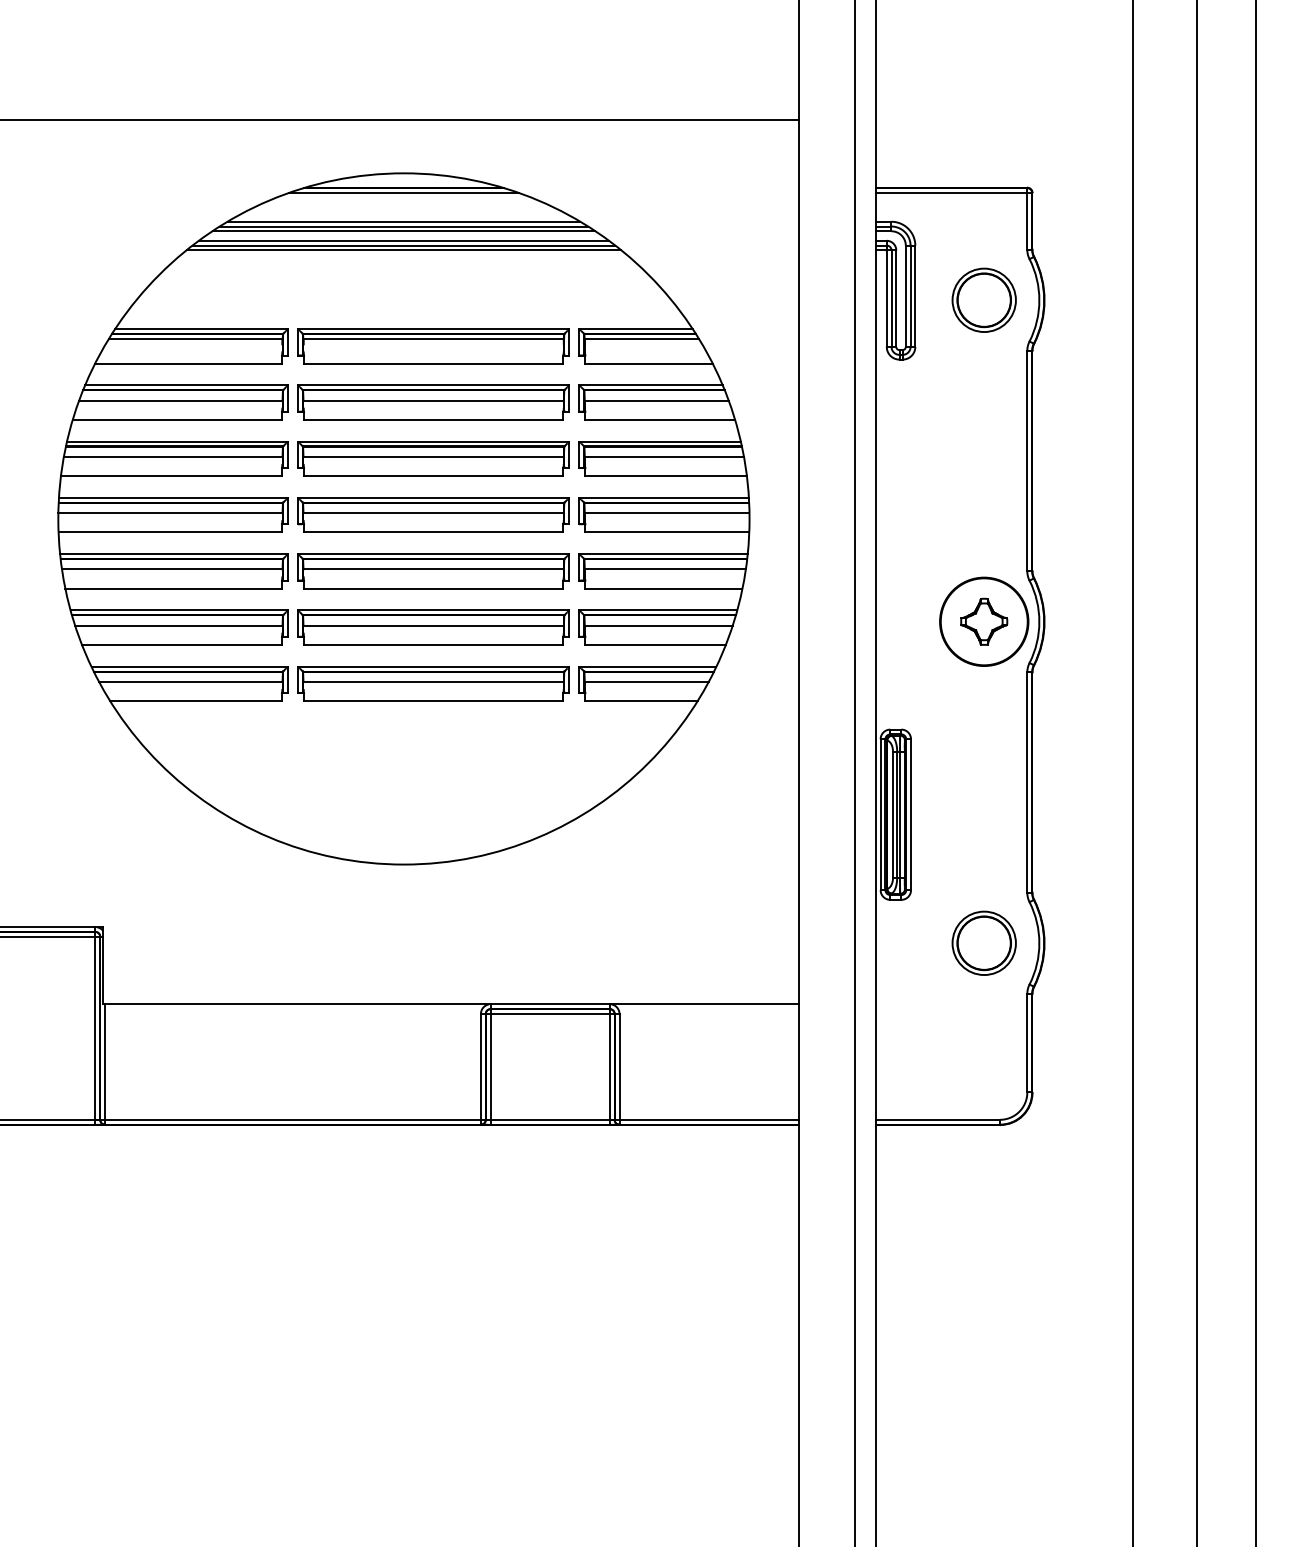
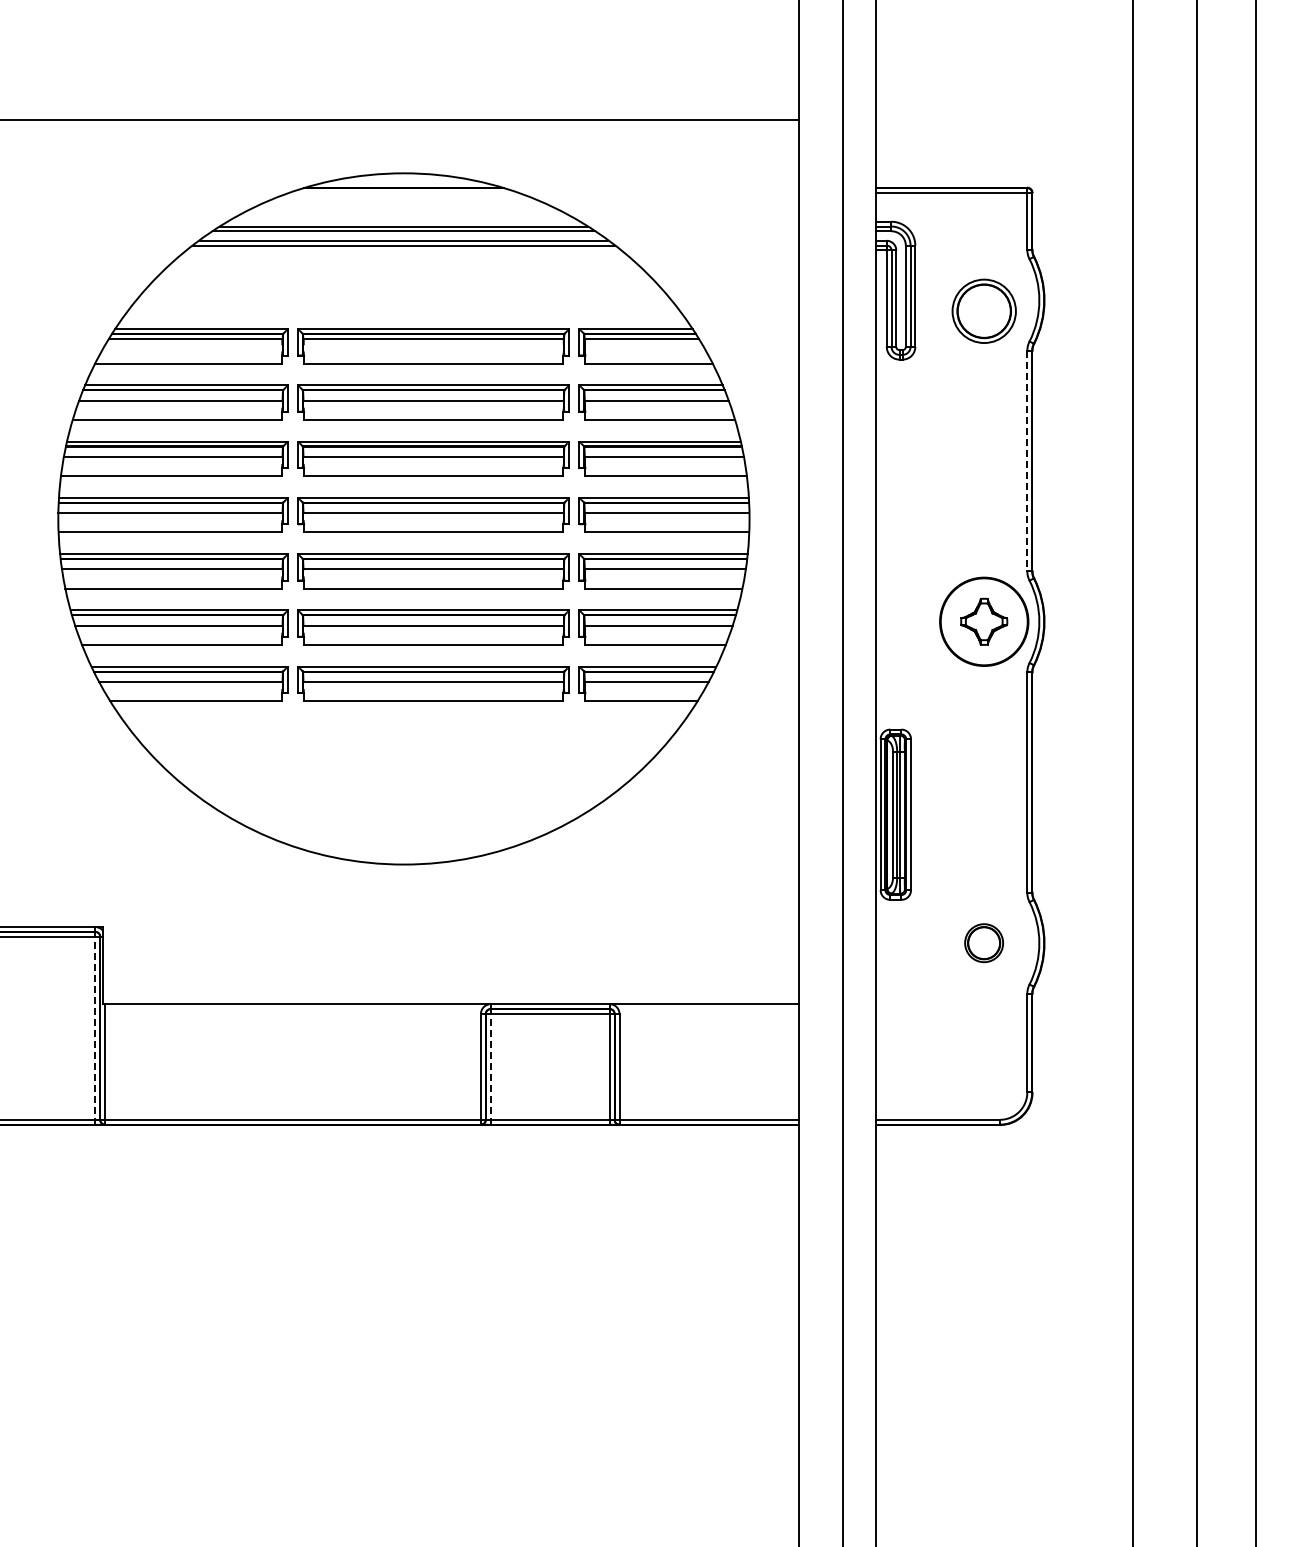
line at (403, 192): present -> none
line at (403, 221): present -> none
line at (403, 250): present -> none
part at (983, 299) position: (983, 299) -> (983, 310)
line at (1027, 461): solid -> dashed
line at (854, 772) position: (854, 772) -> (842, 772)
part at (983, 942) size: 66x66 px -> 40x41 px
line at (95, 1027): solid -> dashed
line at (490, 1067): solid -> dashed
